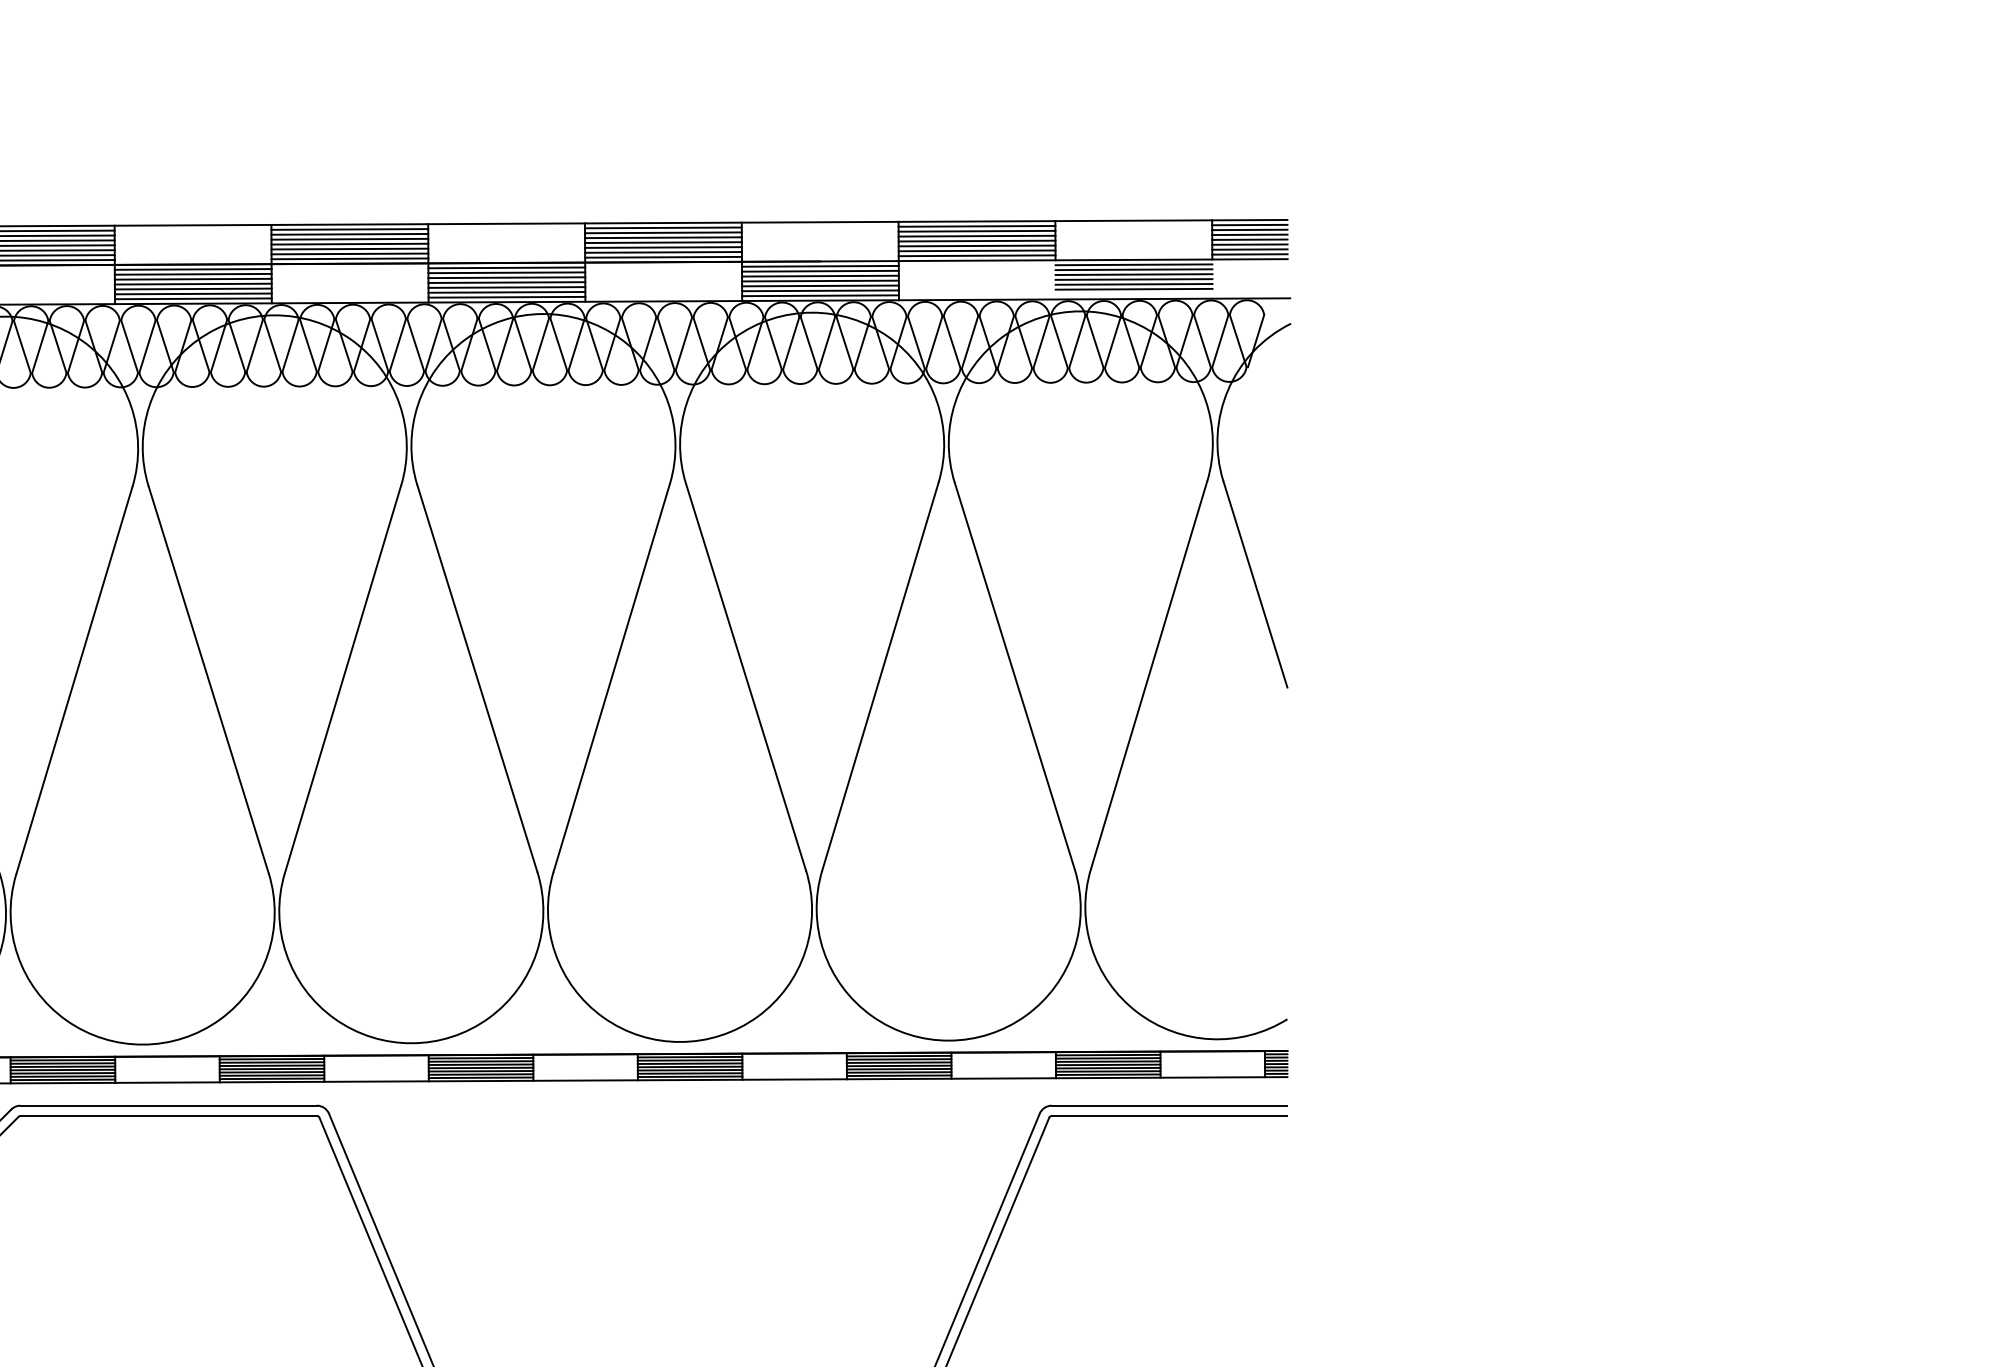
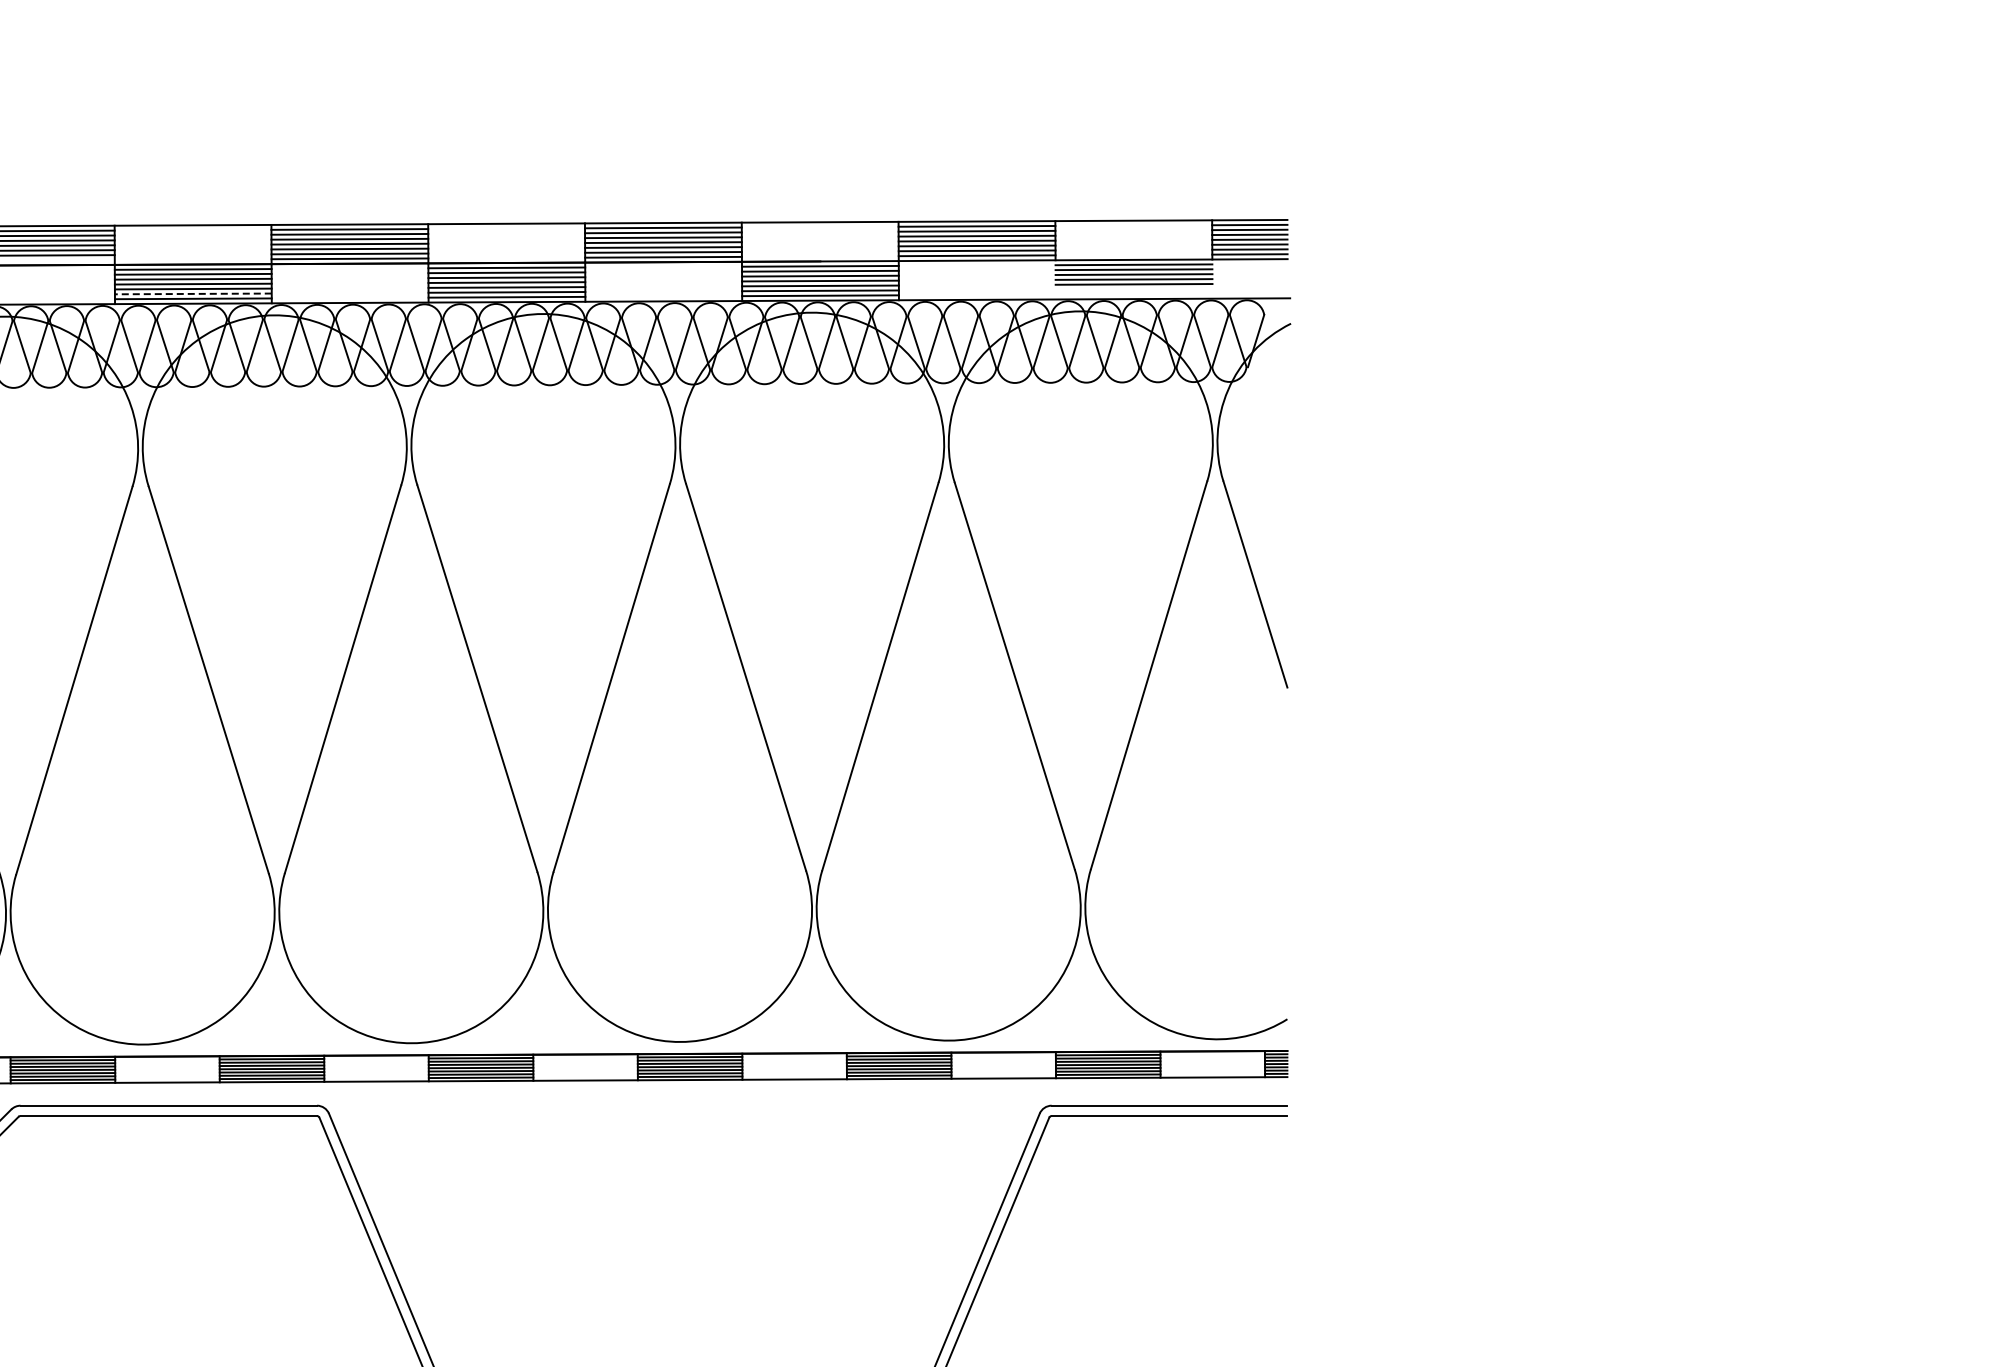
line at (58, 260): present -> none
line at (1133, 288): present -> none
line at (192, 293): solid -> dashed
